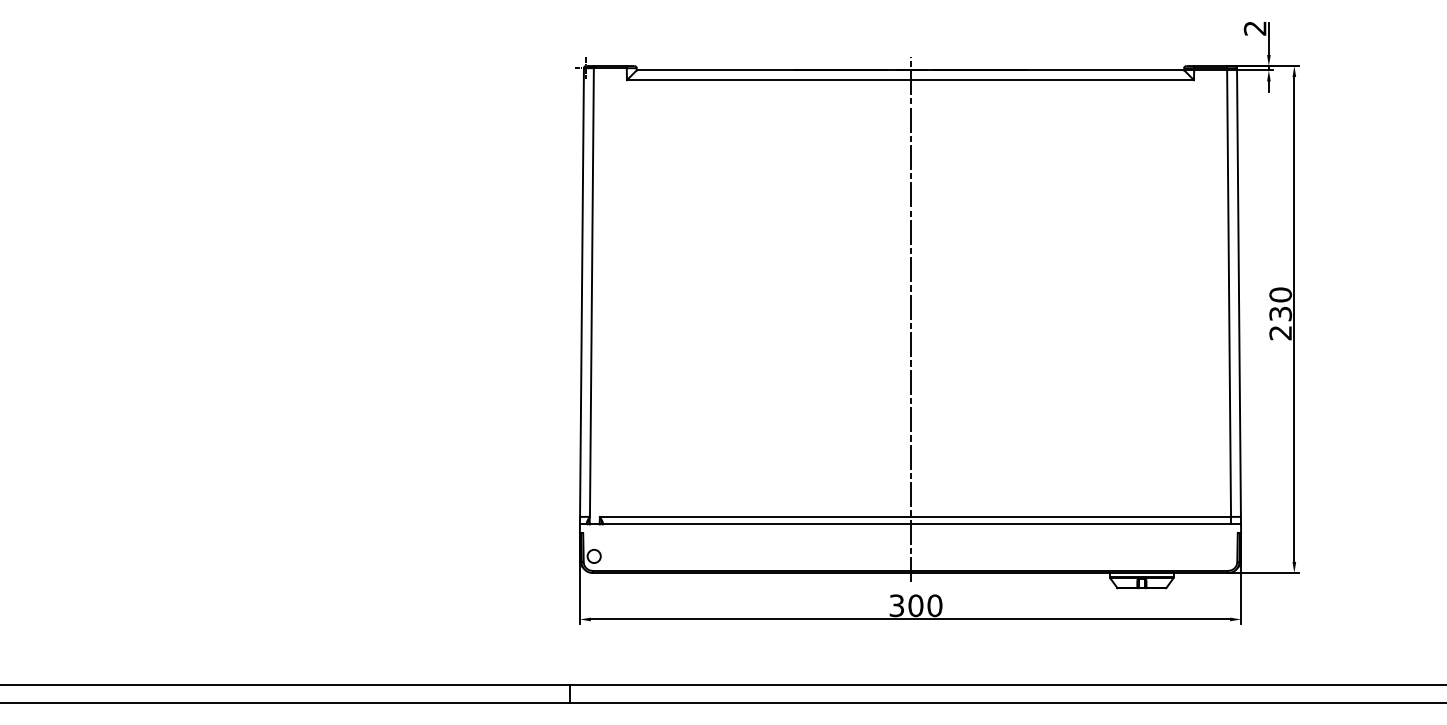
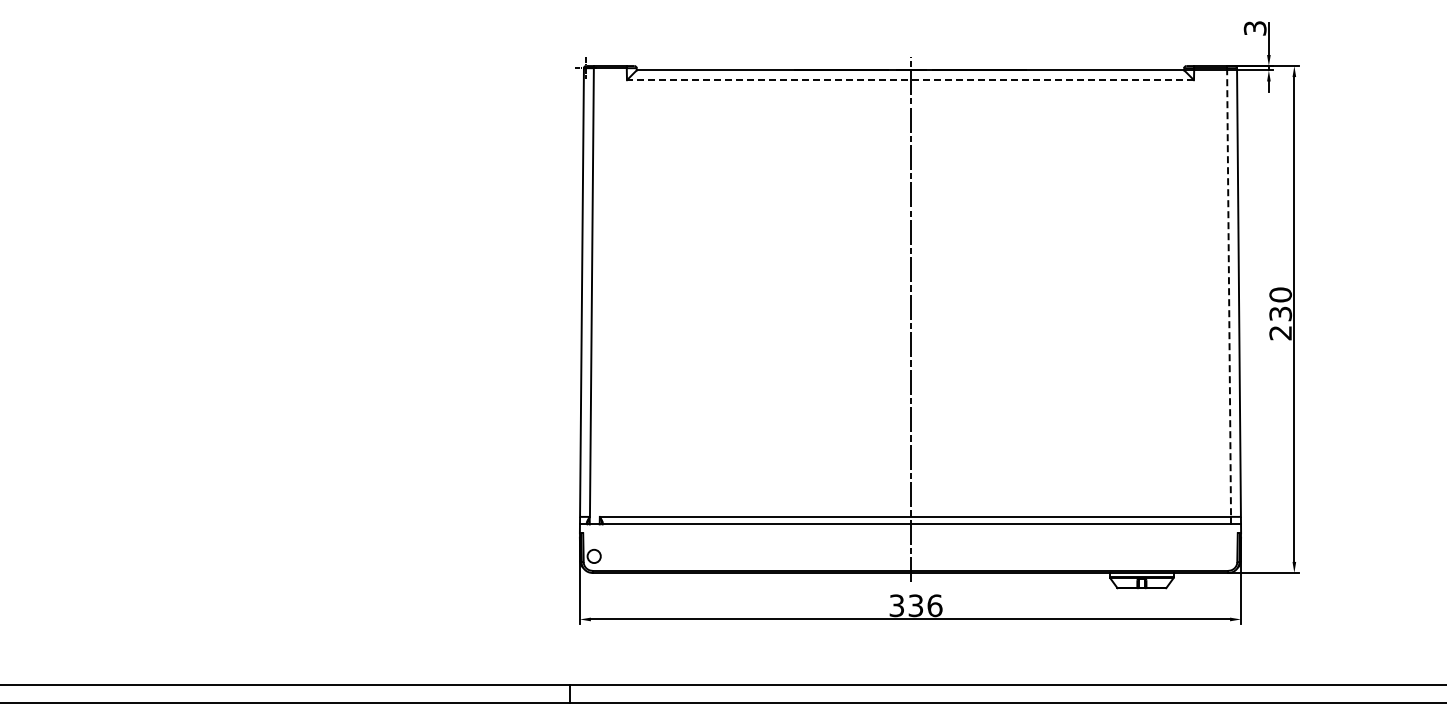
text at (1255, 28): 2 -> 3
line at (909, 80): solid -> dashed
line at (1229, 293): solid -> dashed
text at (925, 605): 300 -> 336
